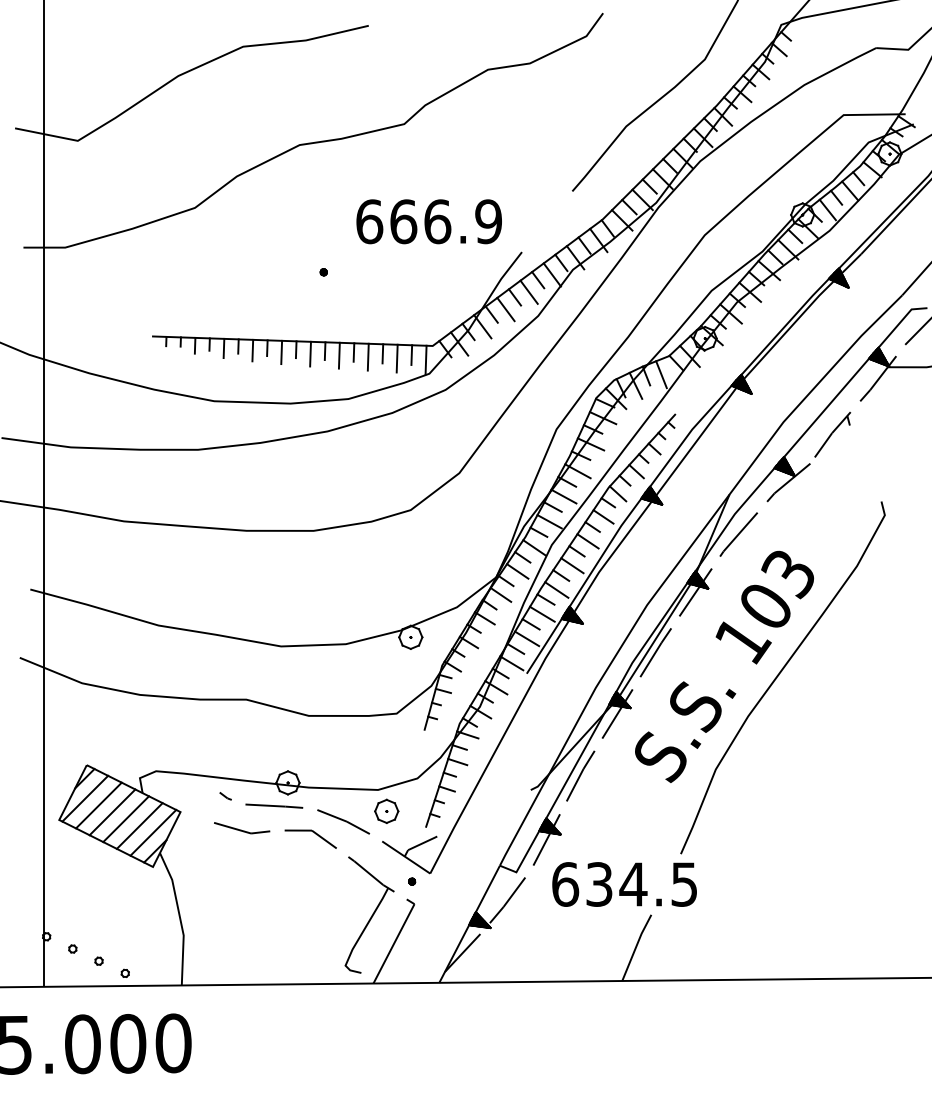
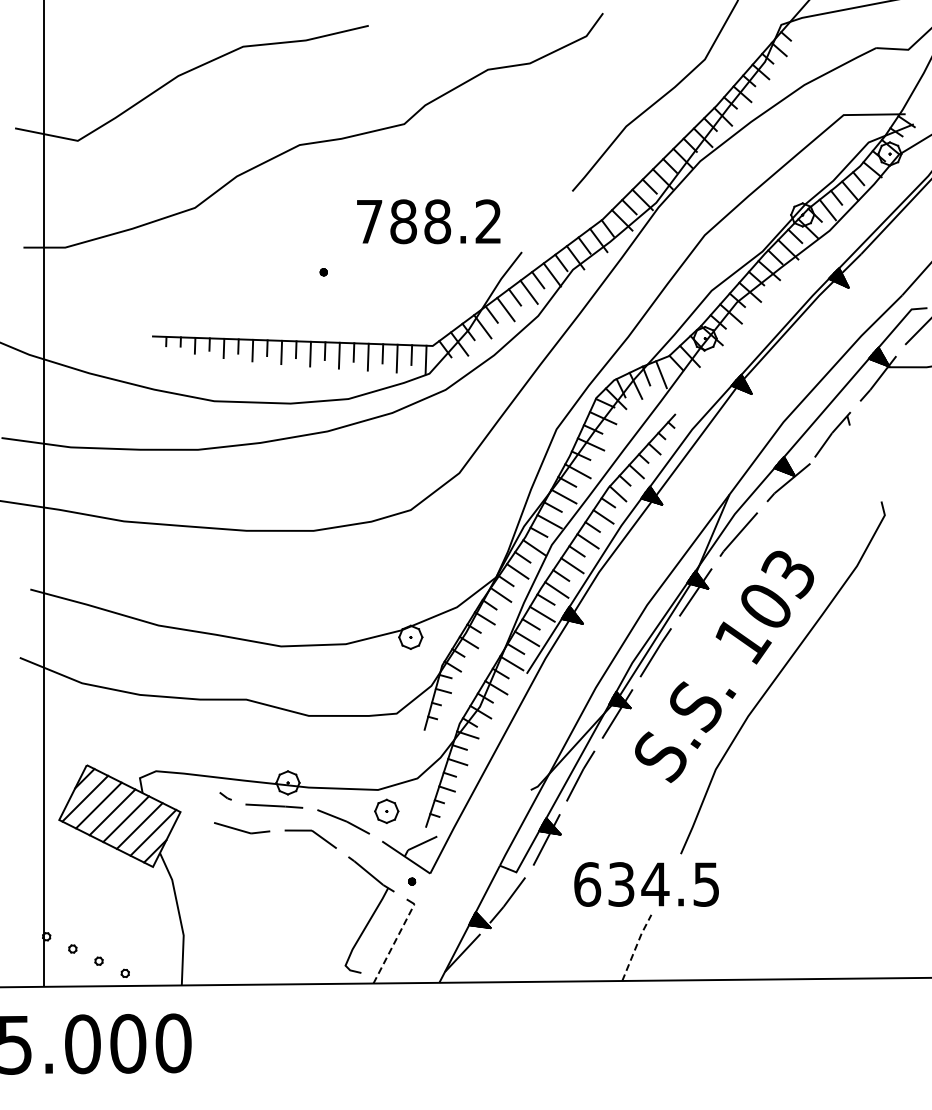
text at (428, 221): 666.9 -> 788.2
text at (624, 884) position: (624, 884) -> (646, 884)
line at (394, 943): solid -> dashed
line at (636, 946): solid -> dashed
